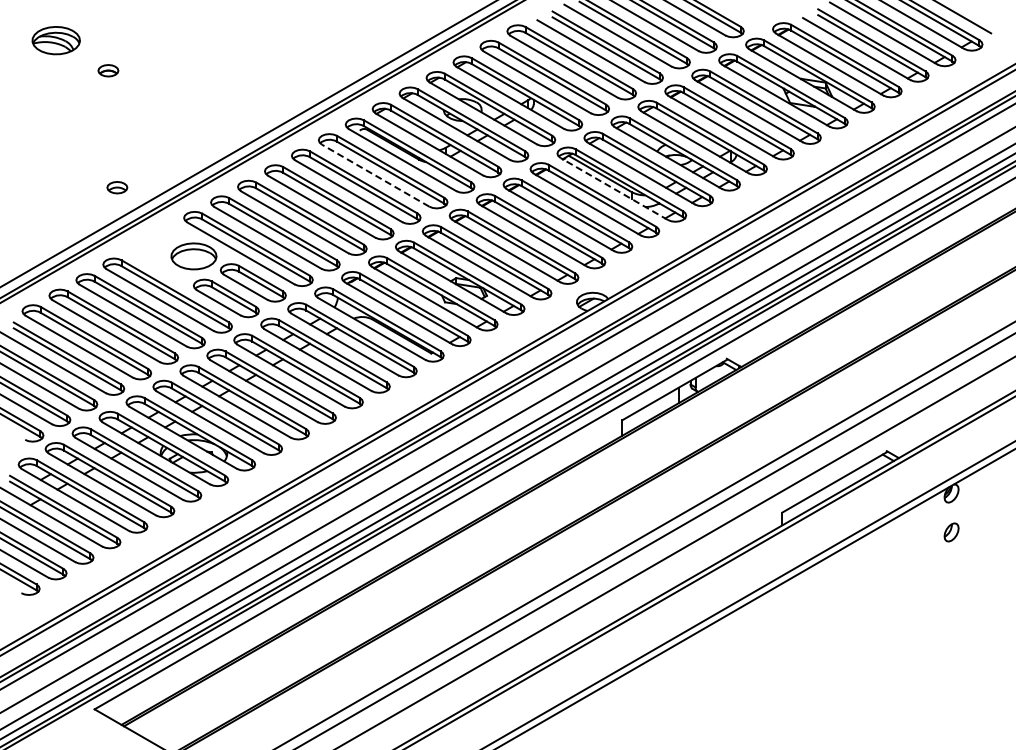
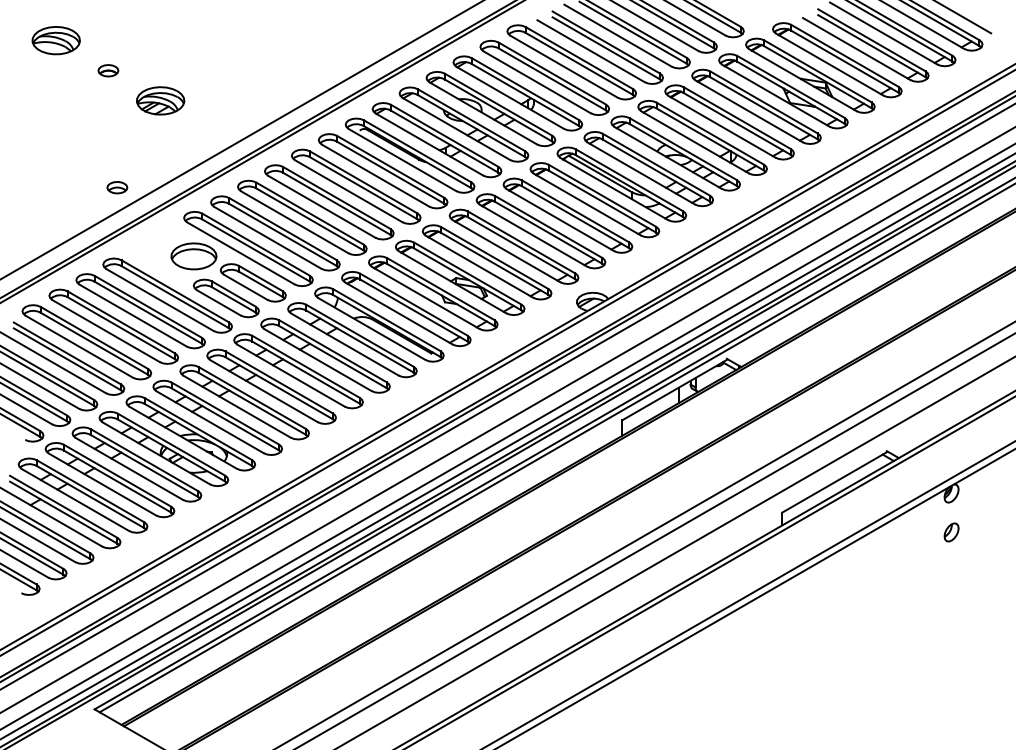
part at (160, 100): none -> present
line at (247, 143) position: (247, 143) -> (241, 140)
line at (375, 175): dashed -> solid
line at (614, 189): dashed -> solid
line at (555, 448): none -> present
